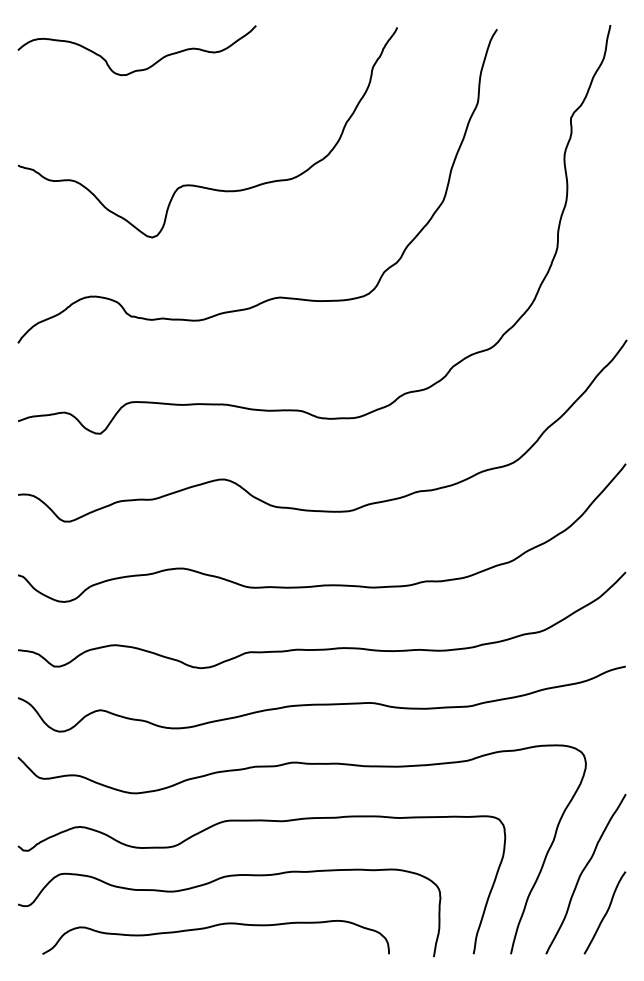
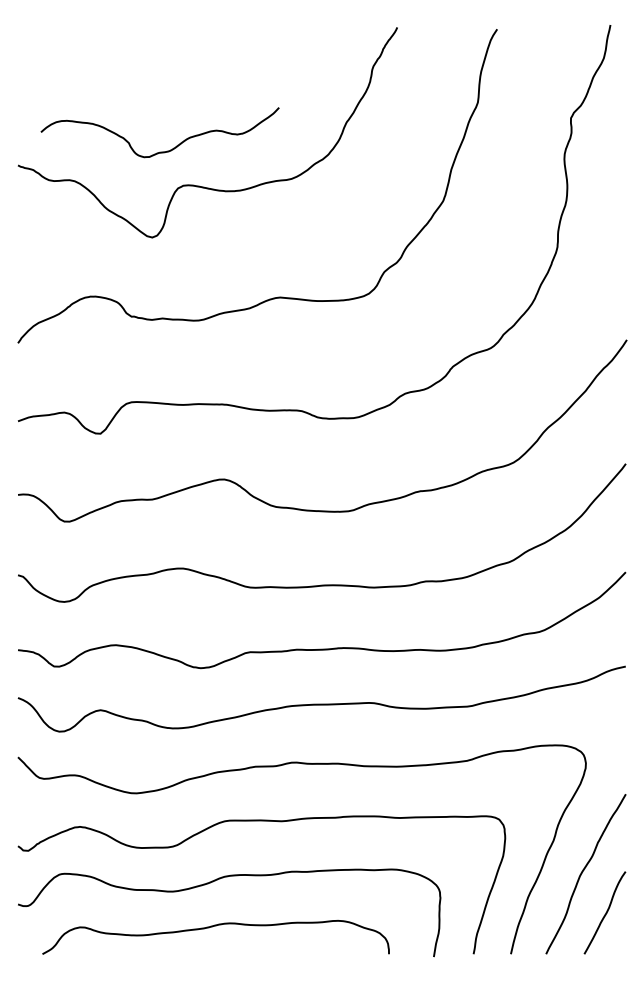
curve at (136, 69) position: (136, 69) -> (159, 151)
